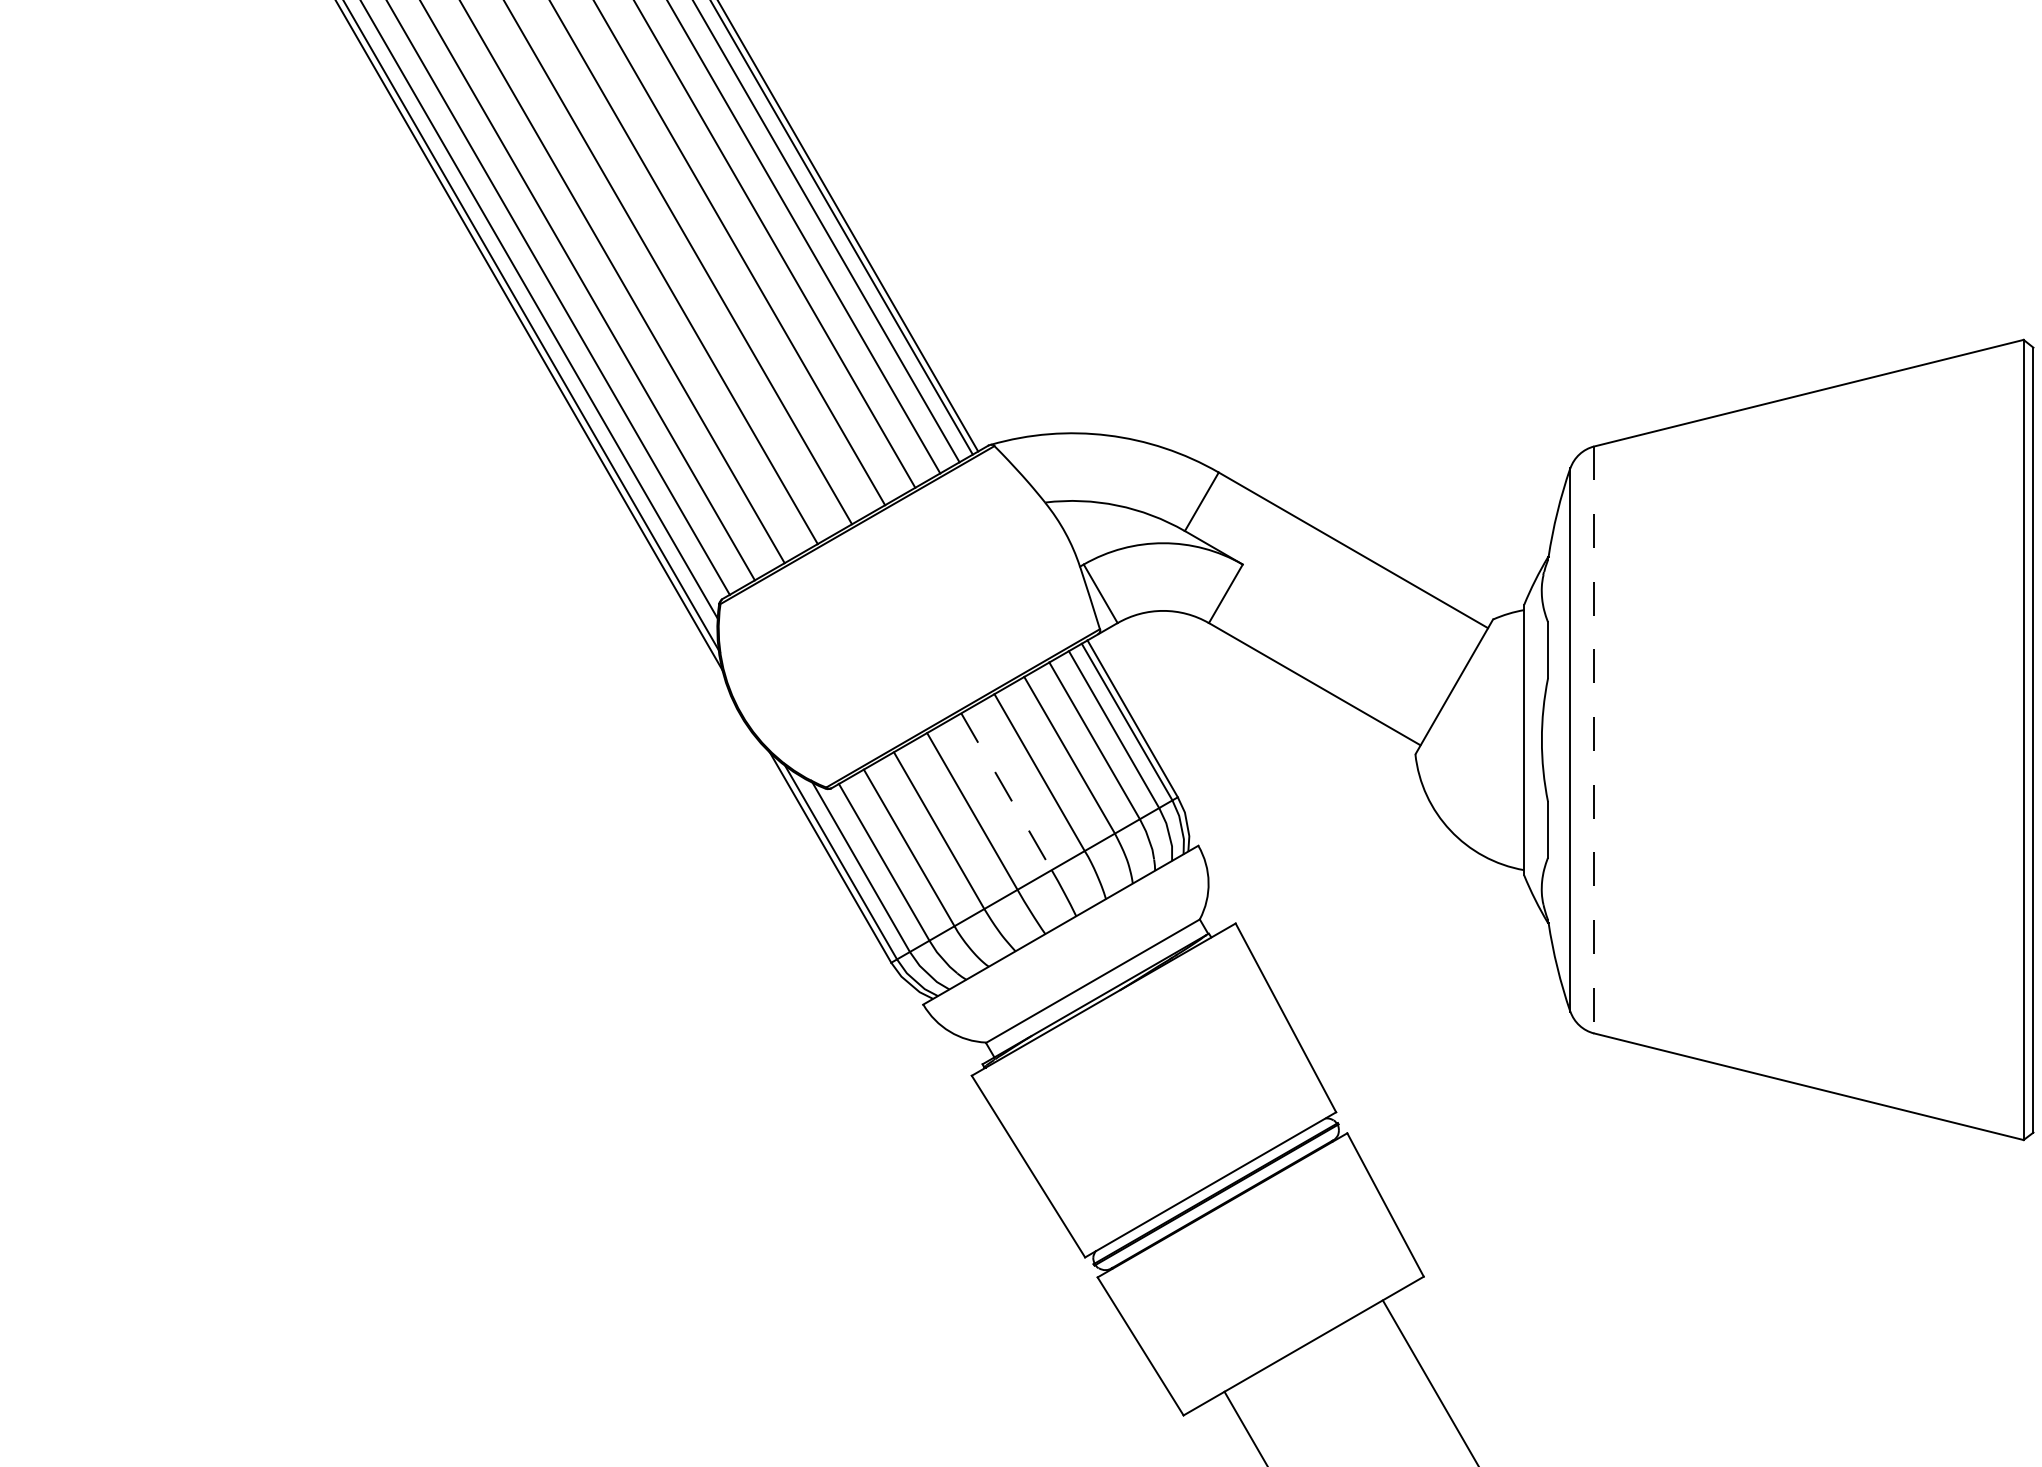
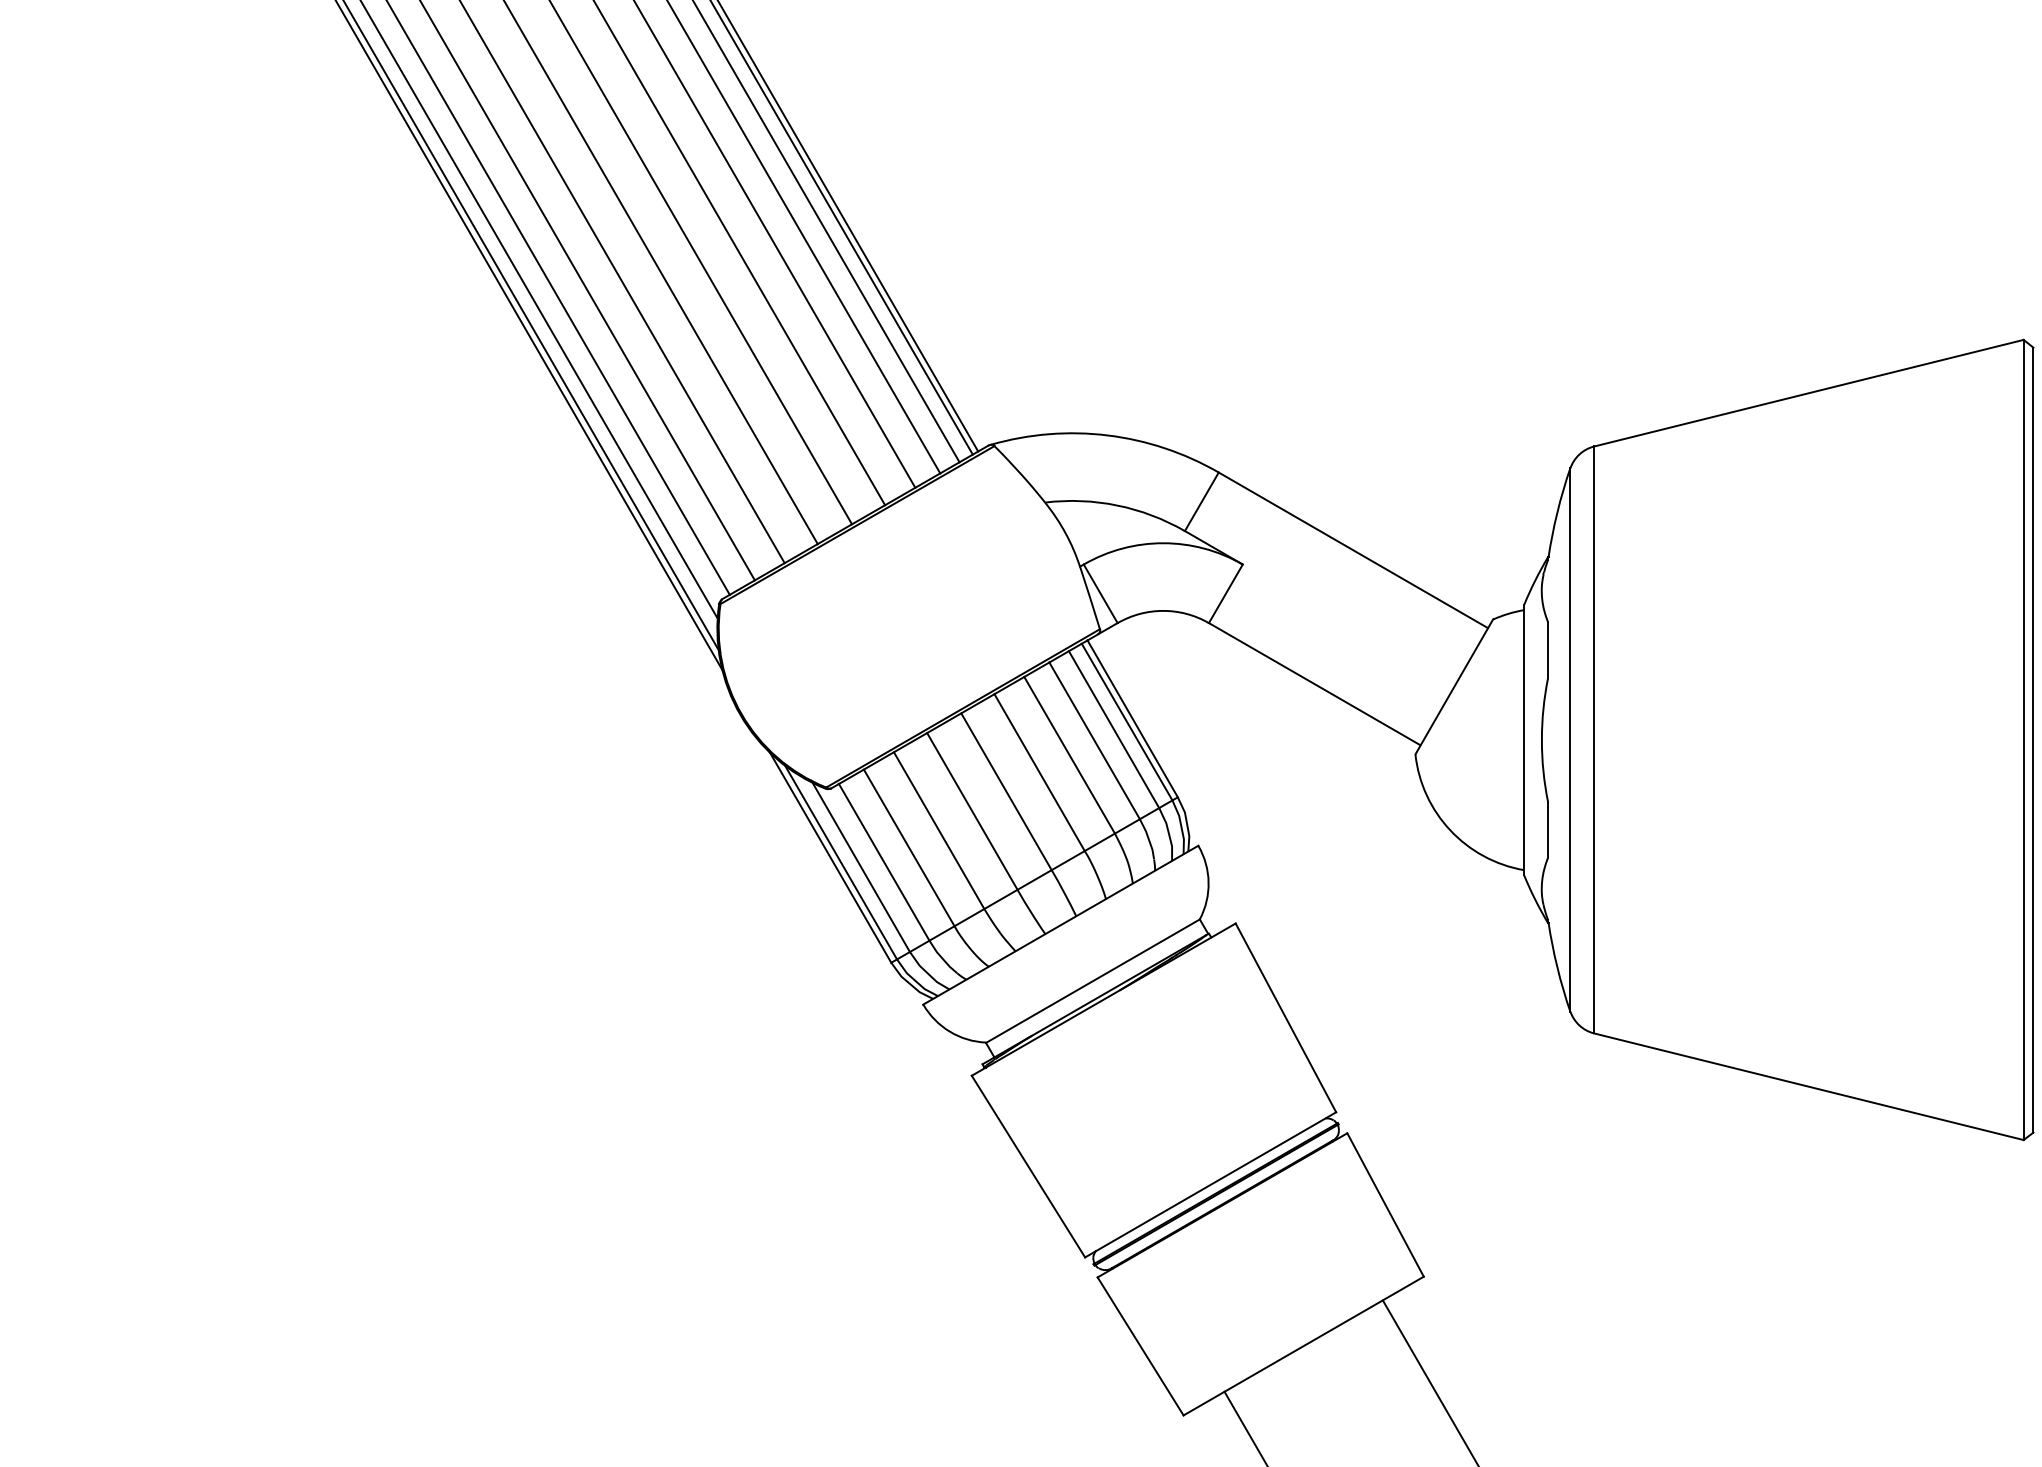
line at (1594, 740): dashed -> solid
line at (1006, 792): dashed -> solid
